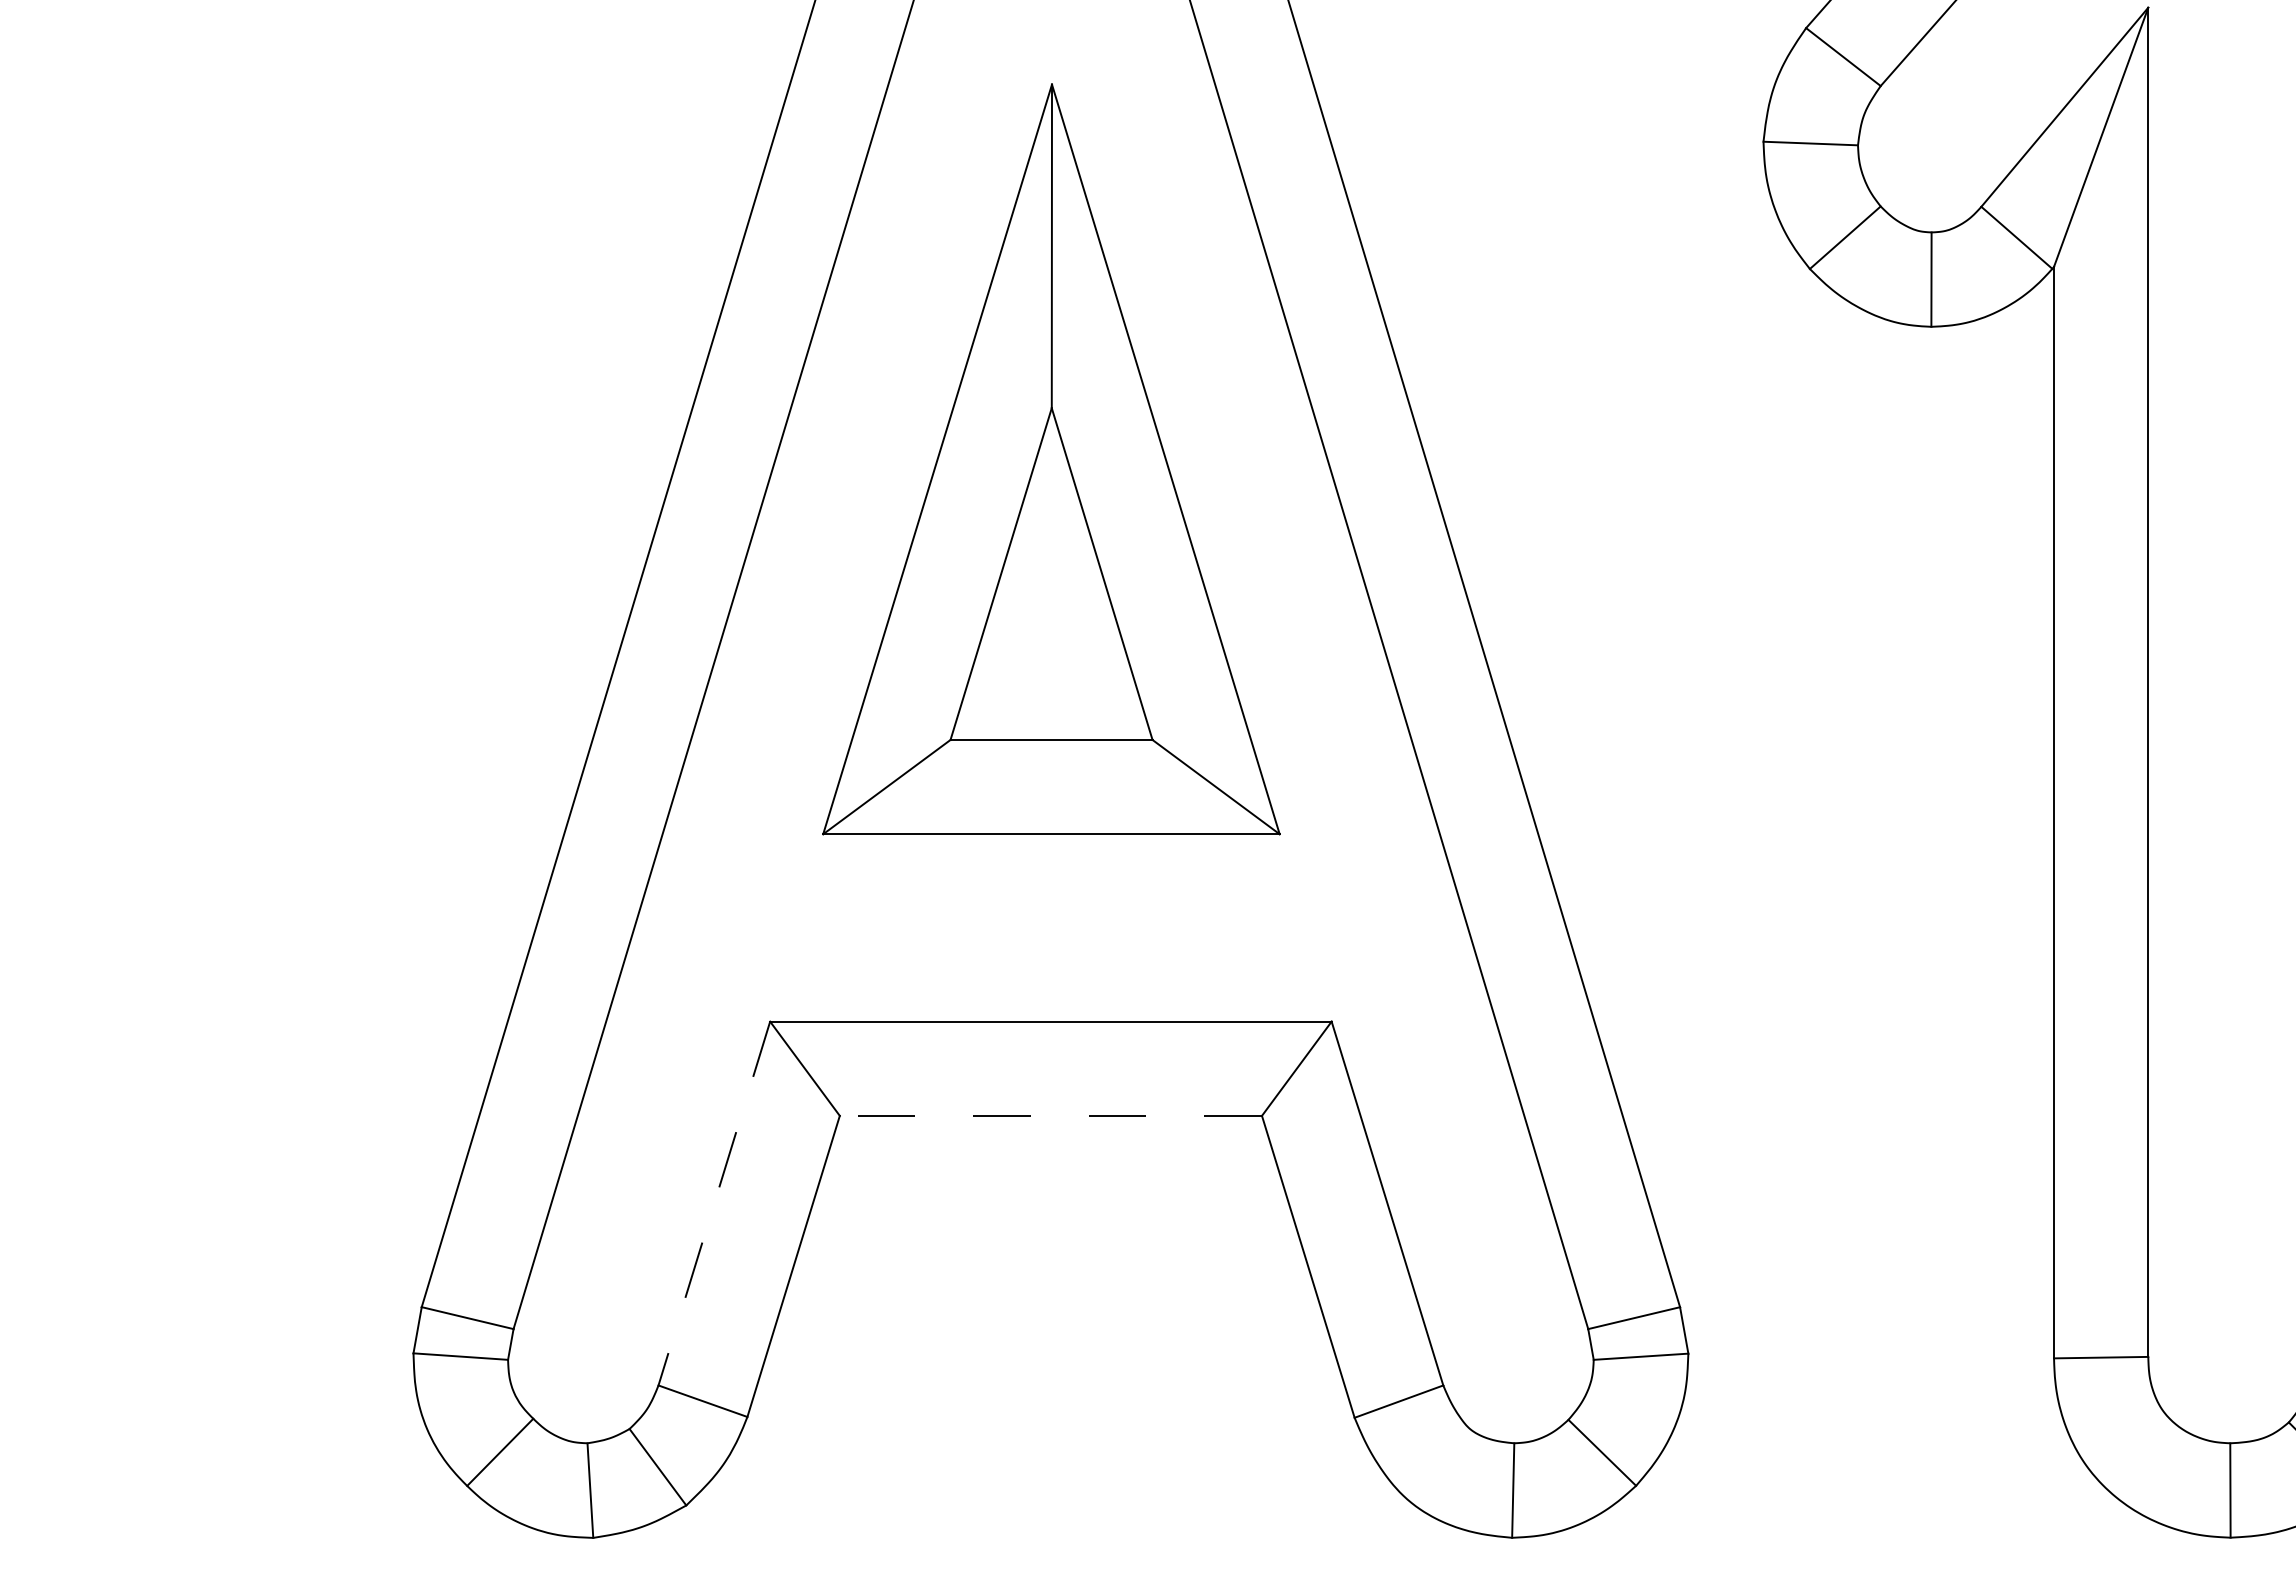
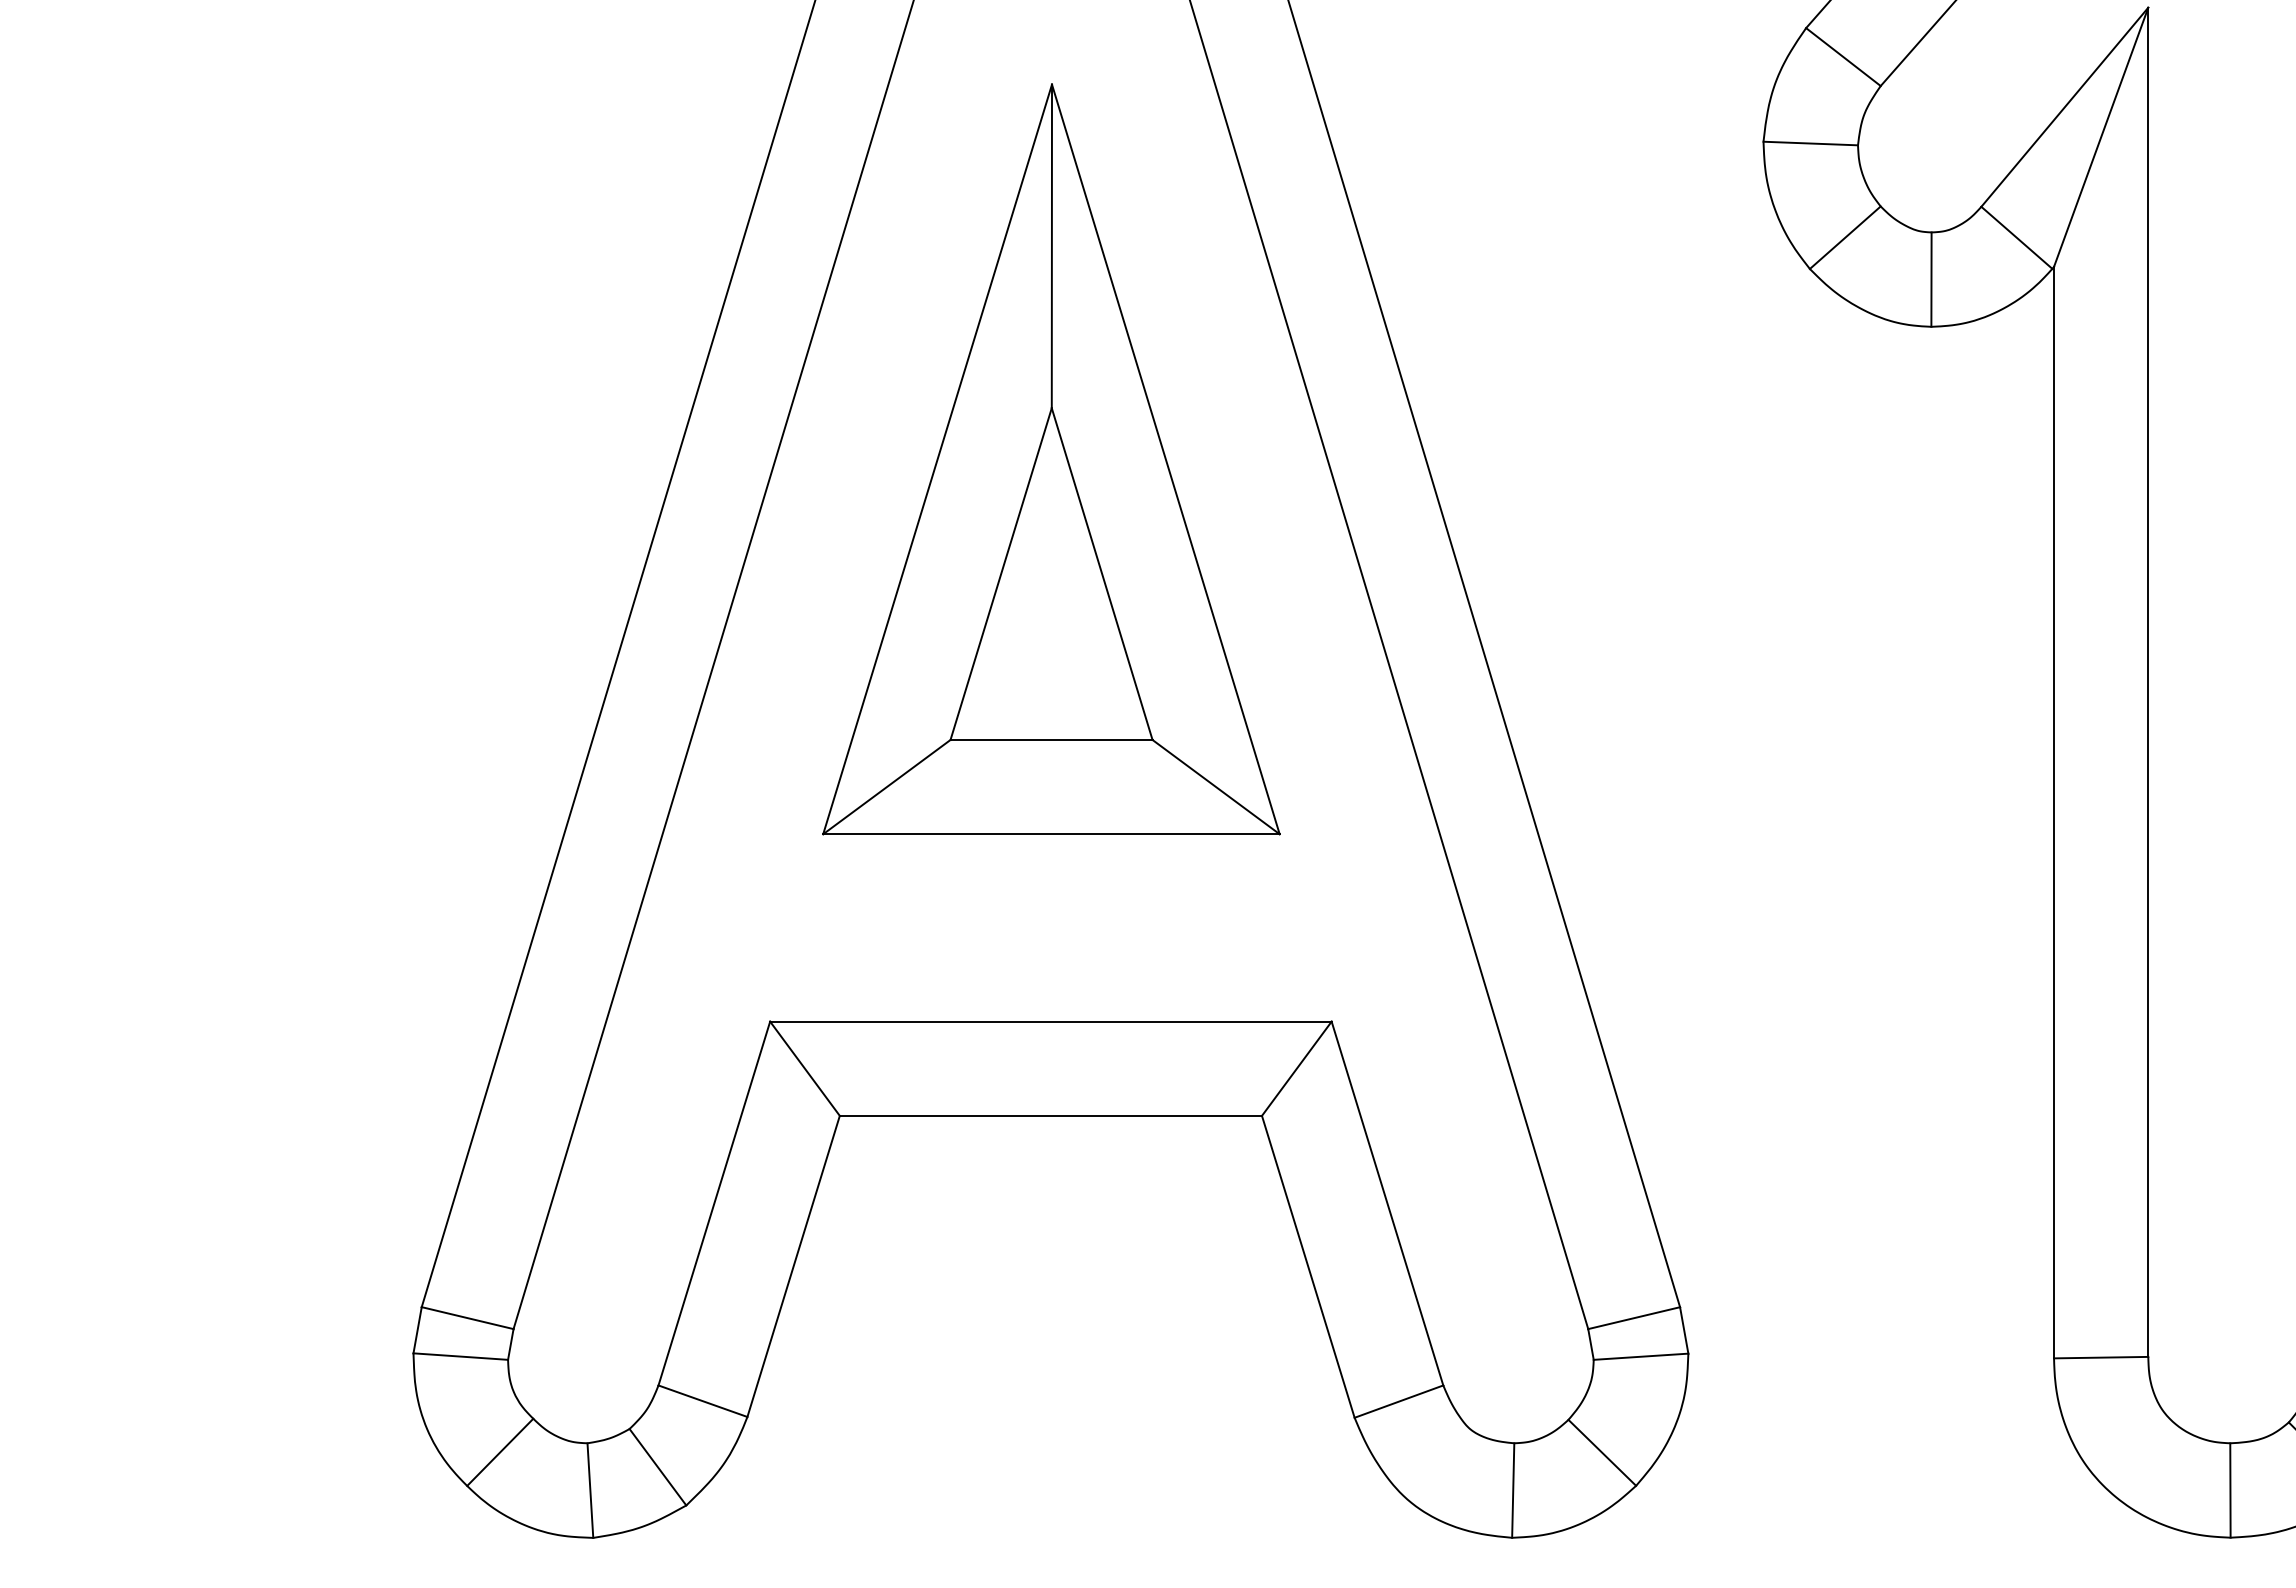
line at (1050, 1115): dashed -> solid
line at (714, 1204): dashed -> solid
